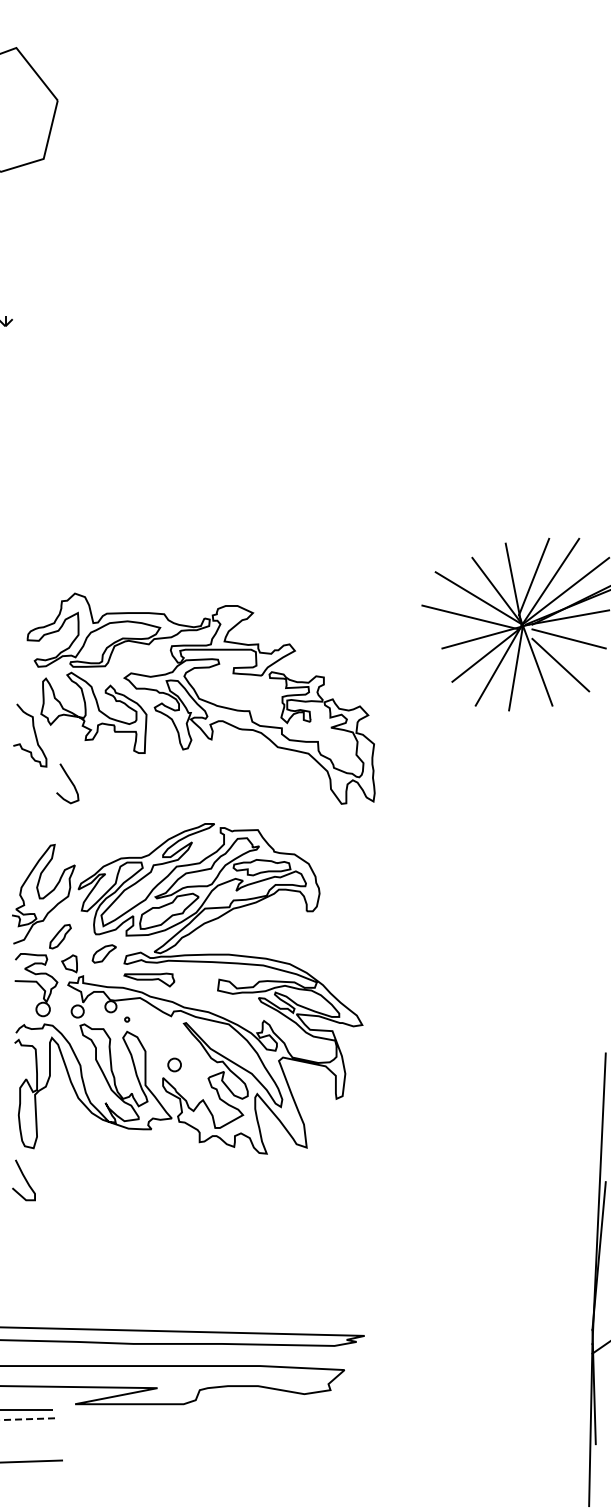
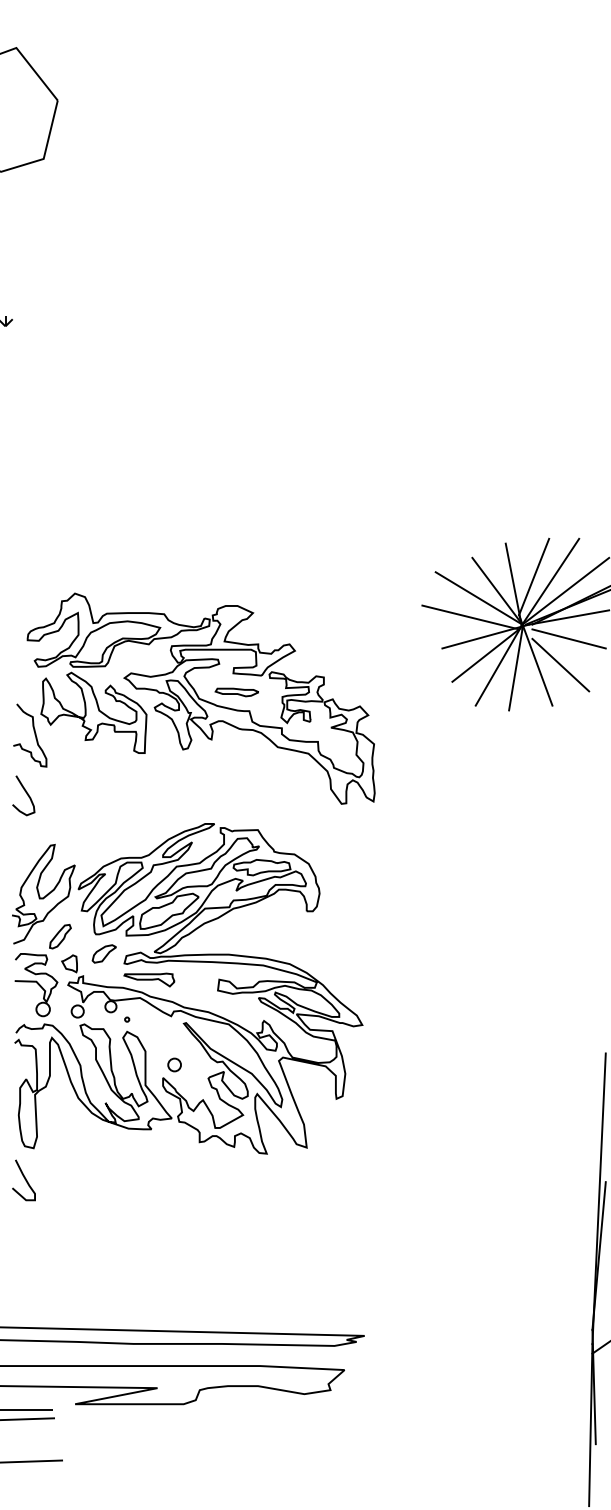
part at (236, 692): none -> present
curve at (70, 782) position: (70, 782) -> (26, 794)
line at (27, 1419): dashed -> solid
